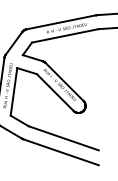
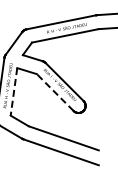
line at (13, 91): solid -> dashed
line at (55, 92): solid -> dashed
